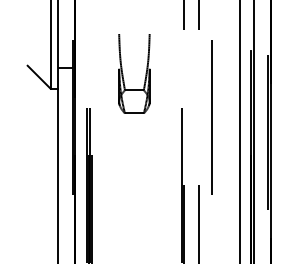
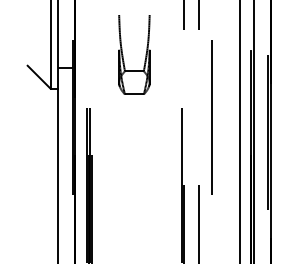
part at (123, 73) position: (123, 73) -> (123, 54)
